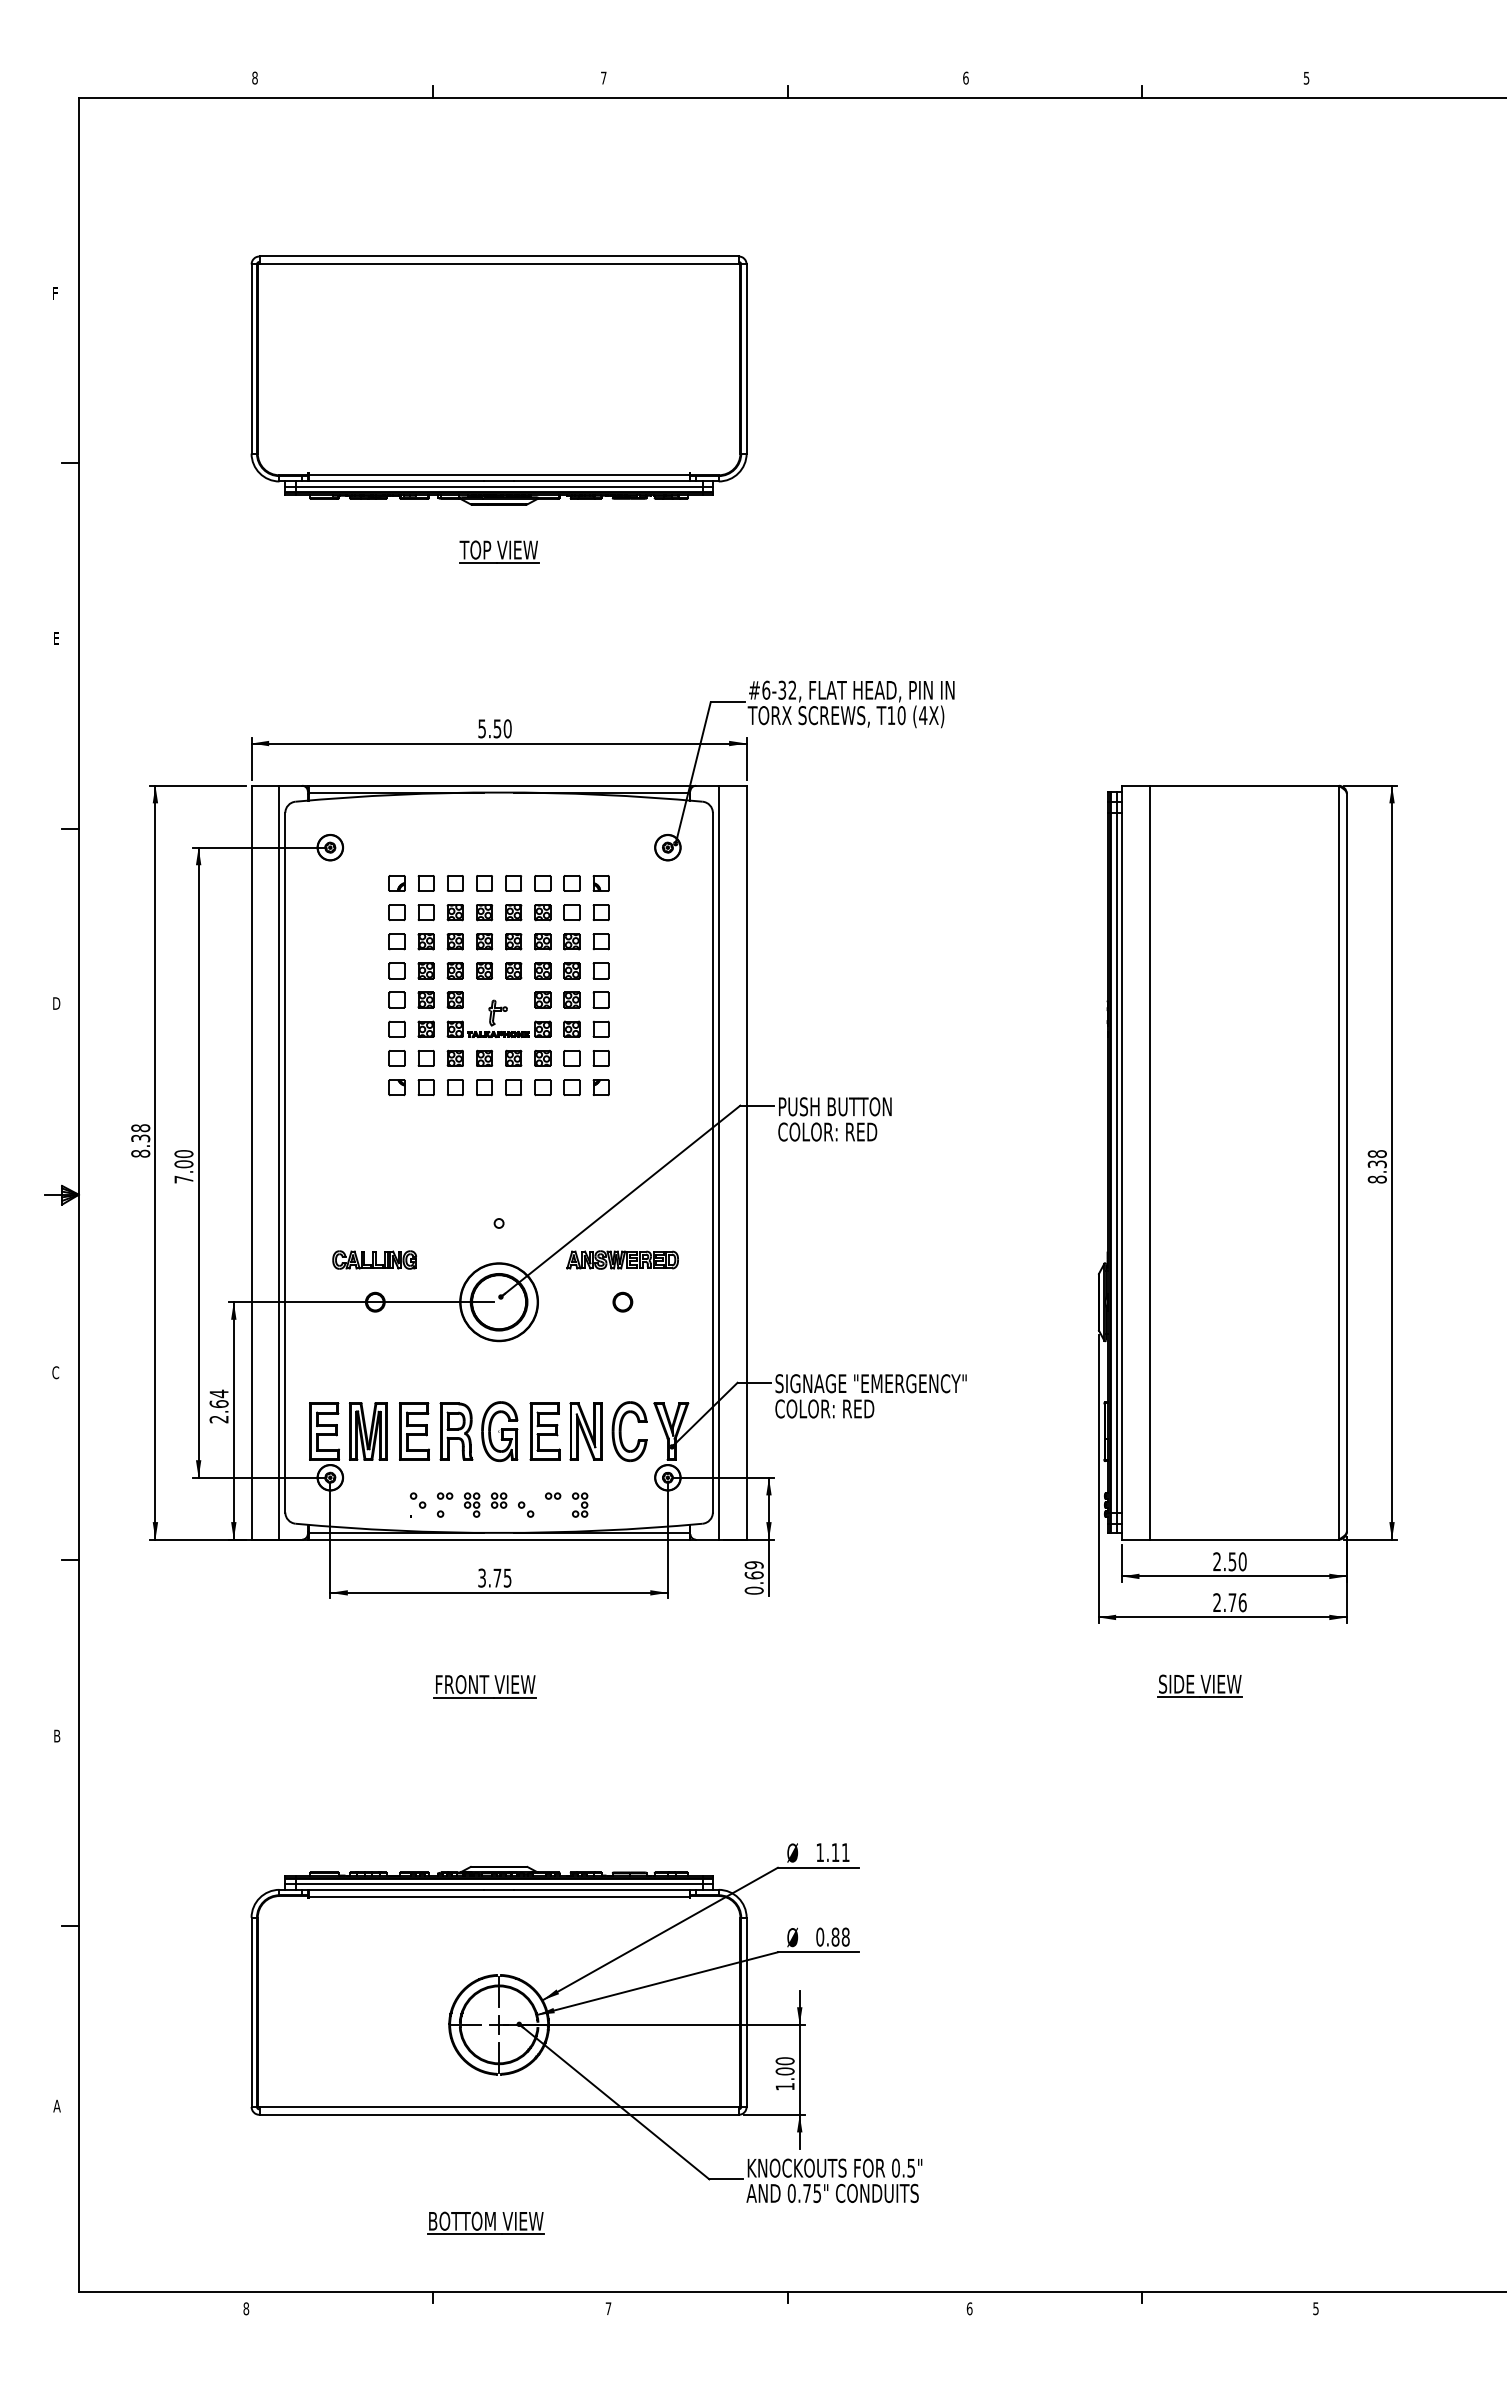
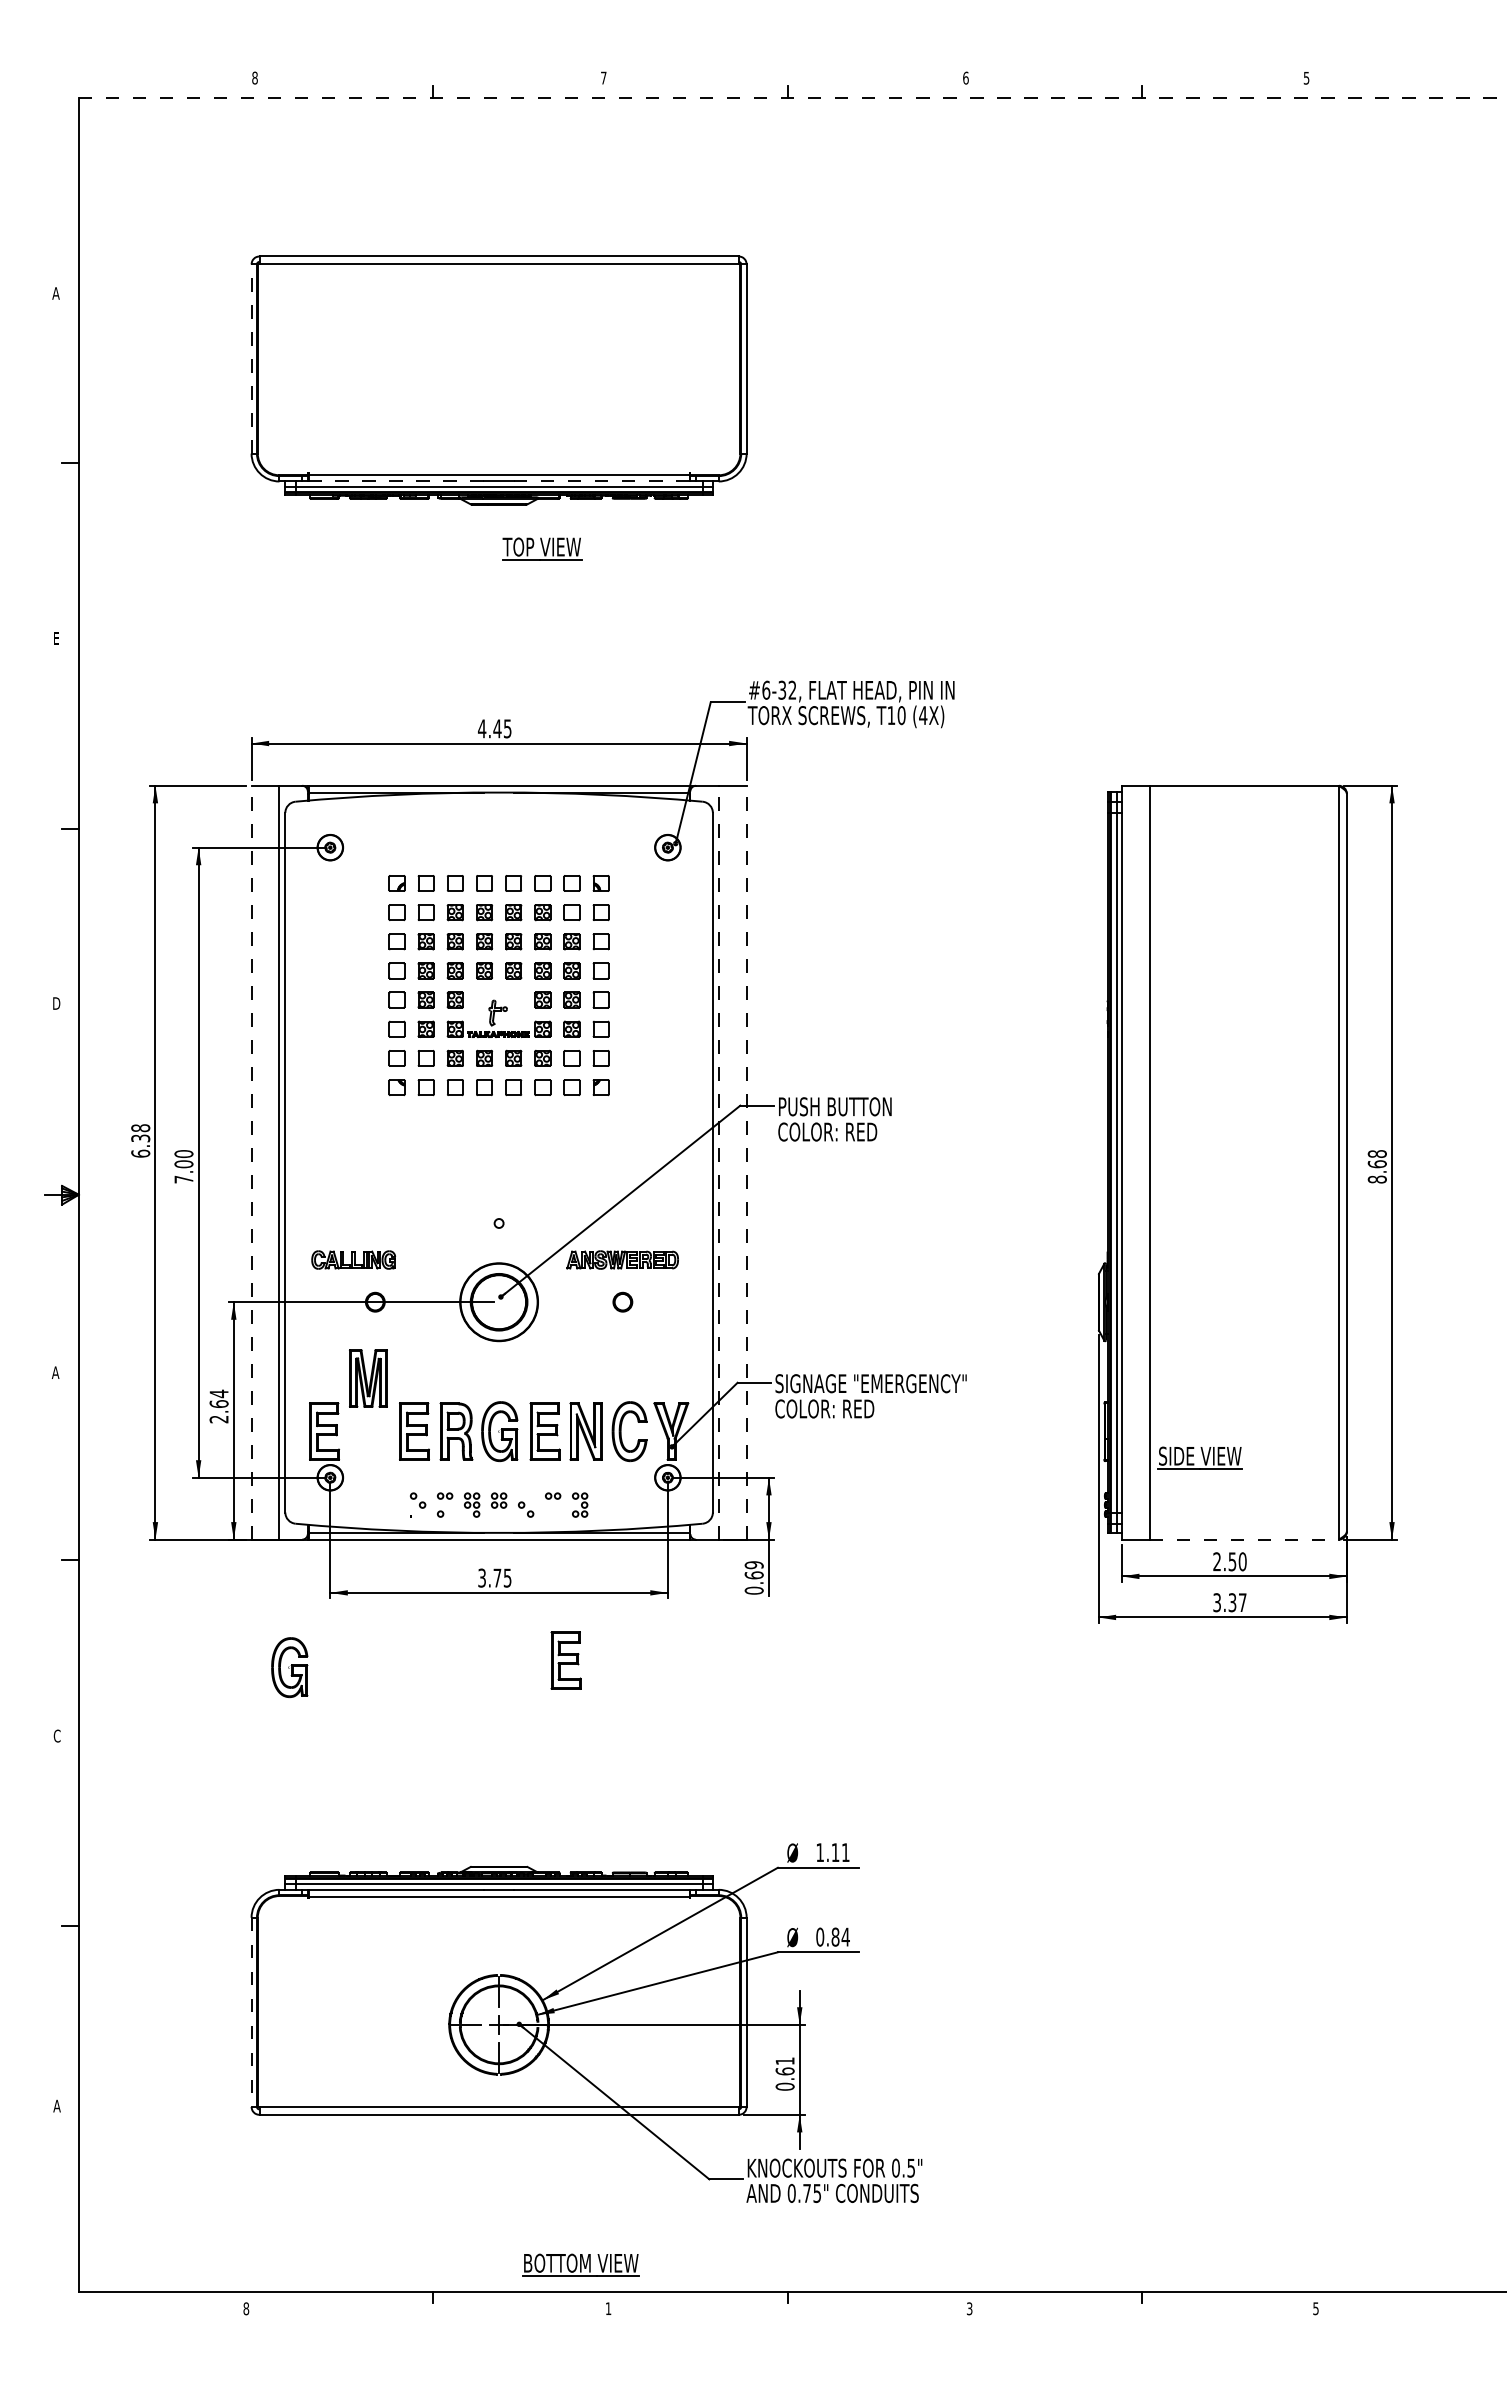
line at (792, 97): solid -> dashed
text at (55, 293): F -> A
line at (251, 359): solid -> dashed
line at (396, 481): solid -> dashed
line at (601, 481): solid -> dashed
part at (499, 551) position: (499, 551) -> (542, 548)
text at (494, 728): 5.50 -> 4.45
text at (140, 1153): 8.38 -> 6.38
line at (251, 1162): solid -> dashed
line at (718, 1162): solid -> dashed
line at (746, 1162): solid -> dashed
text at (1376, 1164): 8.38 -> 8.68
part at (374, 1259) position: (374, 1259) -> (353, 1259)
text at (55, 1372): C -> A
part at (368, 1431) position: (368, 1431) -> (368, 1378)
line at (1244, 1539): solid -> dashed
text at (1229, 1602): 2.76 -> 3.37
part at (565, 1660): none -> present
part at (289, 1667): none -> present
part at (1199, 1685) position: (1199, 1685) -> (1199, 1457)
part at (484, 1686): present -> none
text at (56, 1735): B -> C
text at (845, 1936): 0.88 -> 0.84
line at (251, 2012): solid -> dashed
text at (784, 2073): 1.00 -> 0.61
part at (485, 2222) position: (485, 2222) -> (580, 2264)
text at (608, 2308): 7 -> 1
text at (969, 2308): 6 -> 3
